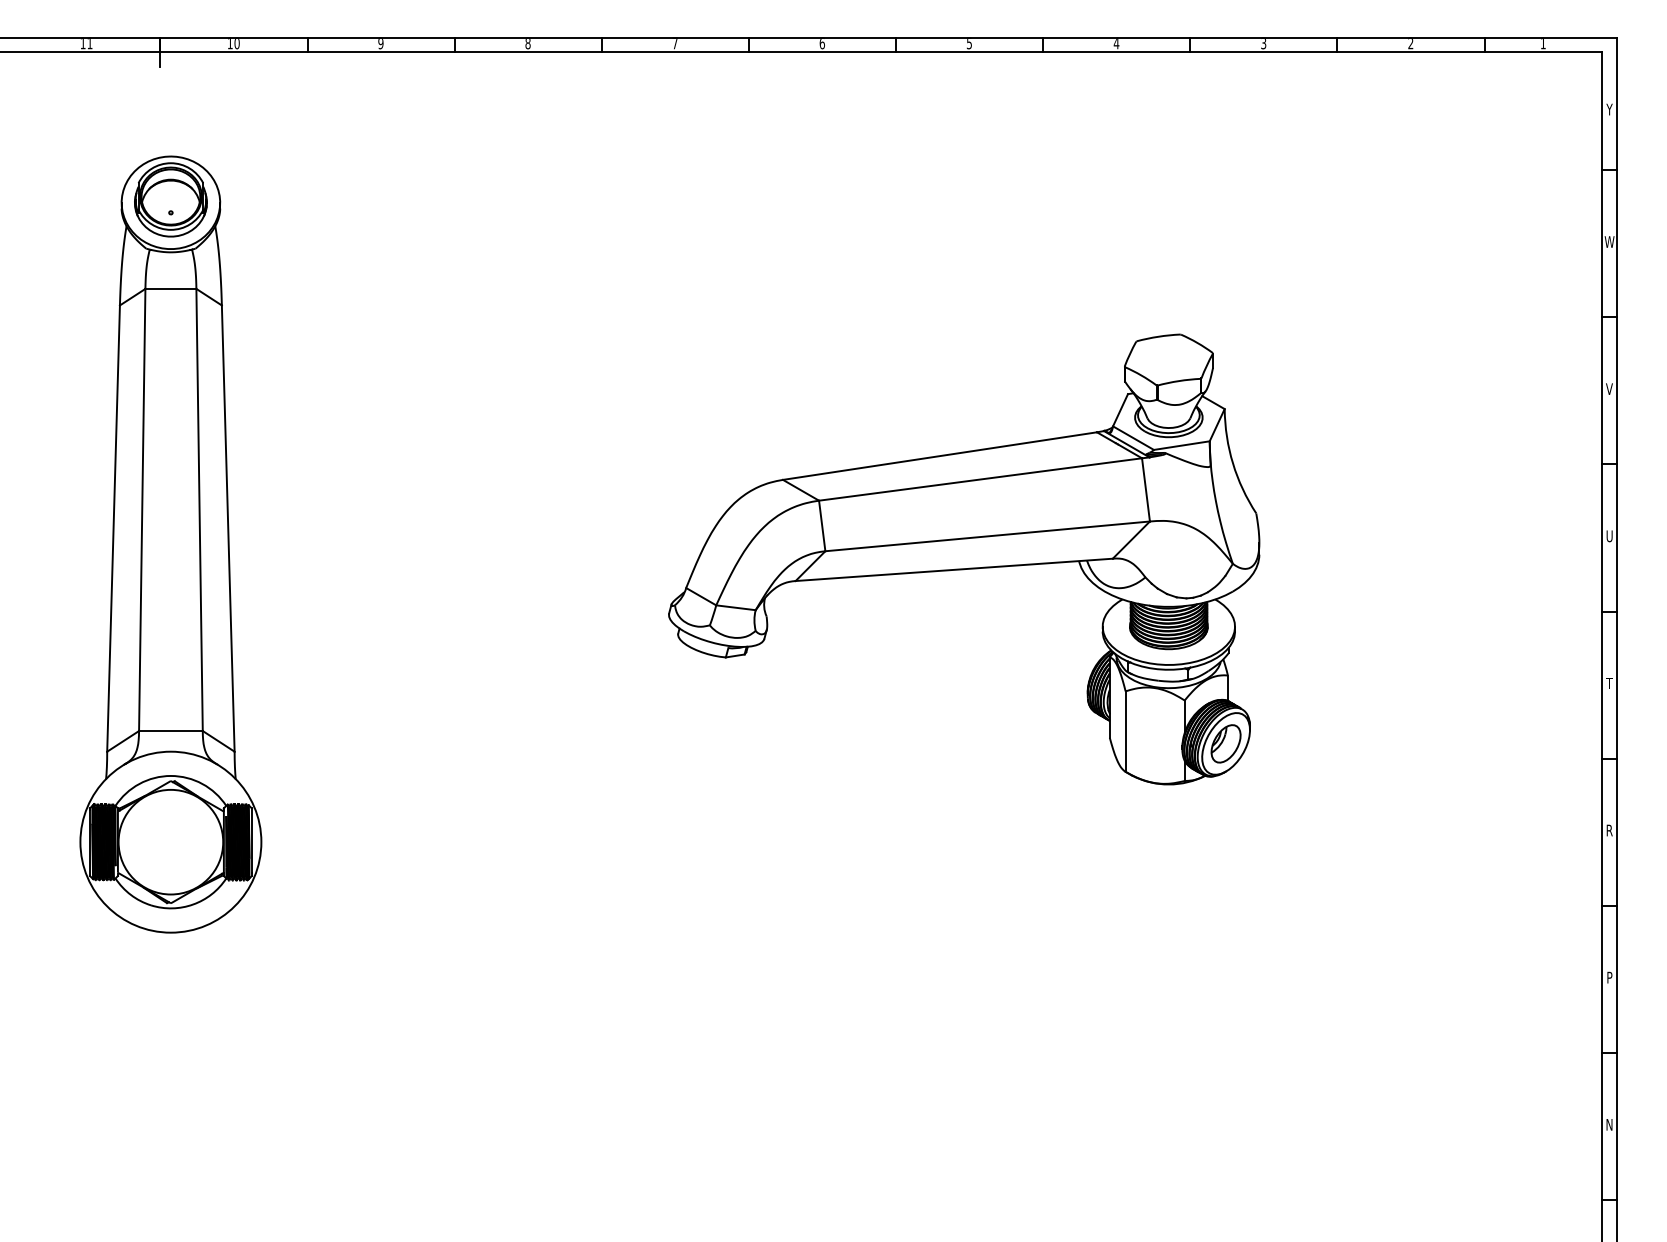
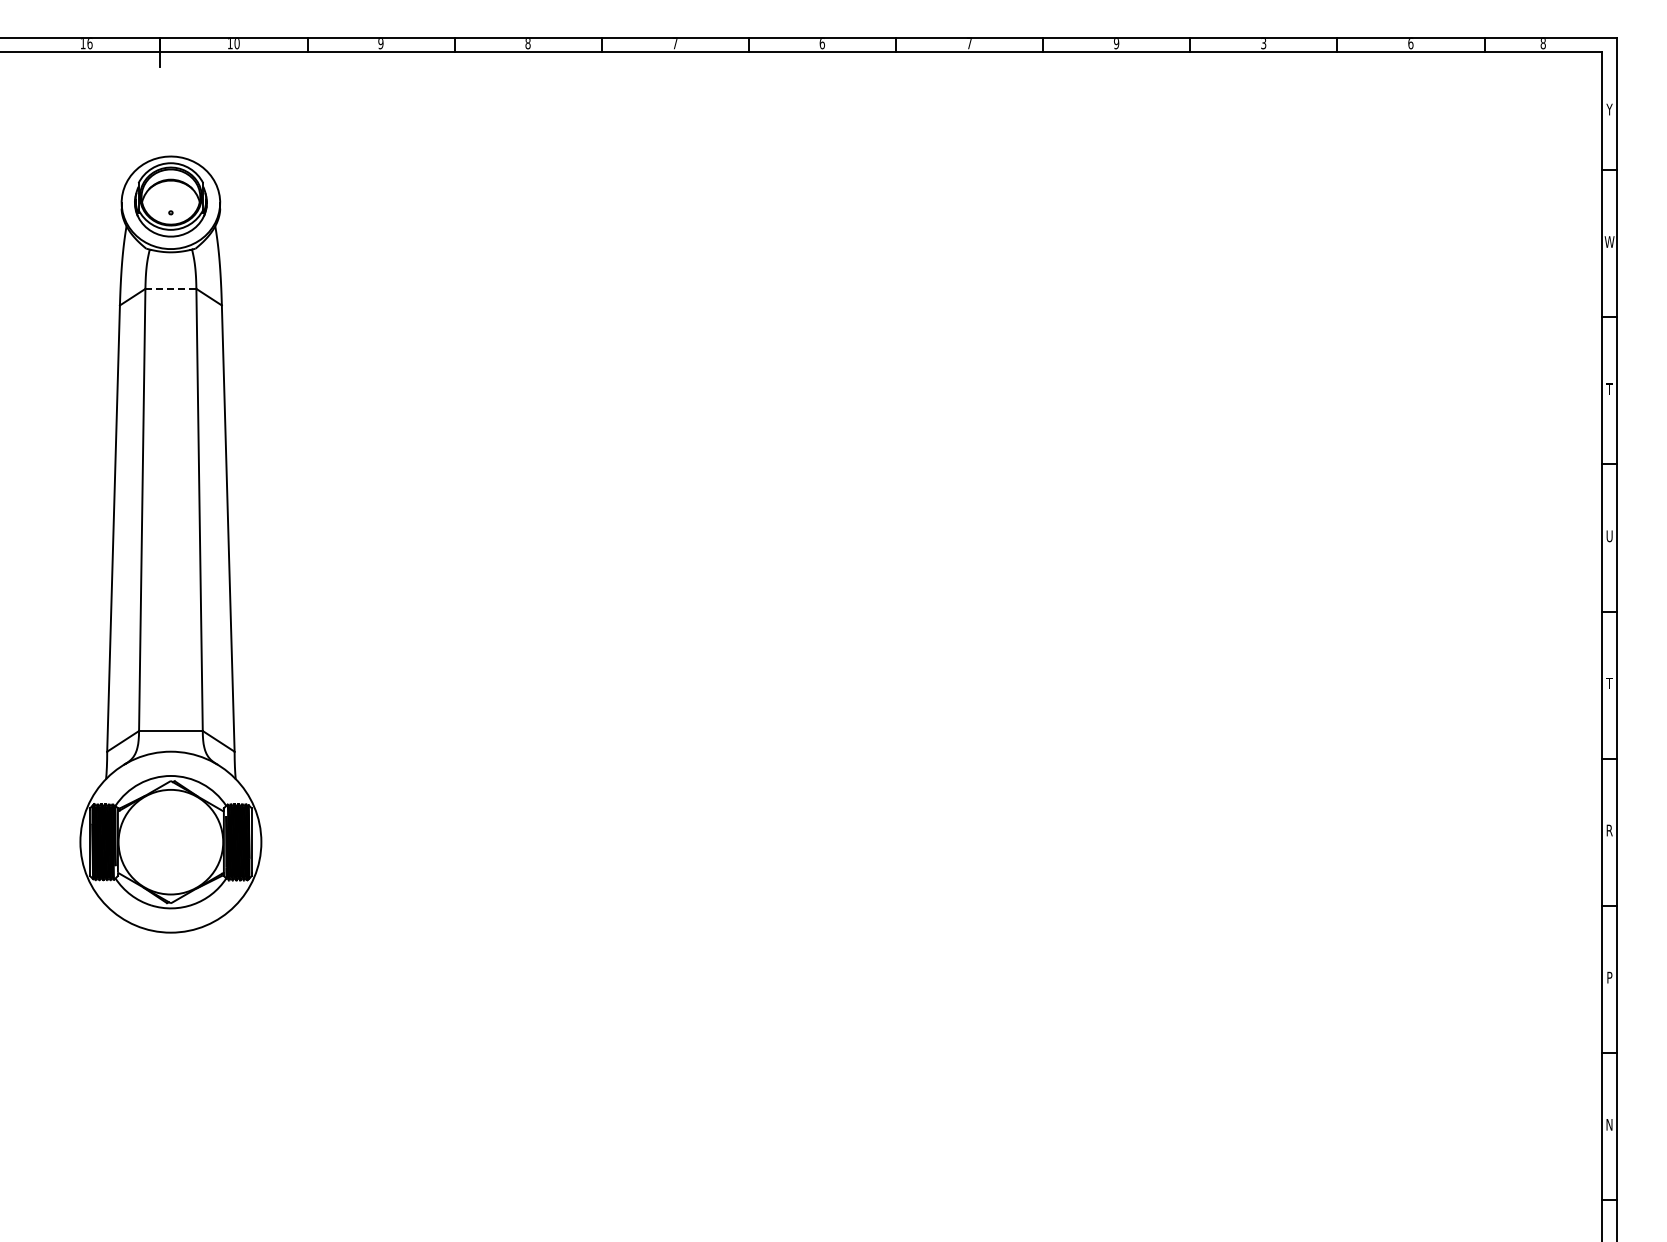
text at (89, 44): 11 -> 16
text at (968, 44): 5 -> 7
text at (1116, 44): 4 -> 9
text at (1410, 44): 2 -> 6
text at (1542, 44): 1 -> 8
line at (171, 288): solid -> dashed
text at (1609, 388): V -> T
part at (964, 559): present -> none
